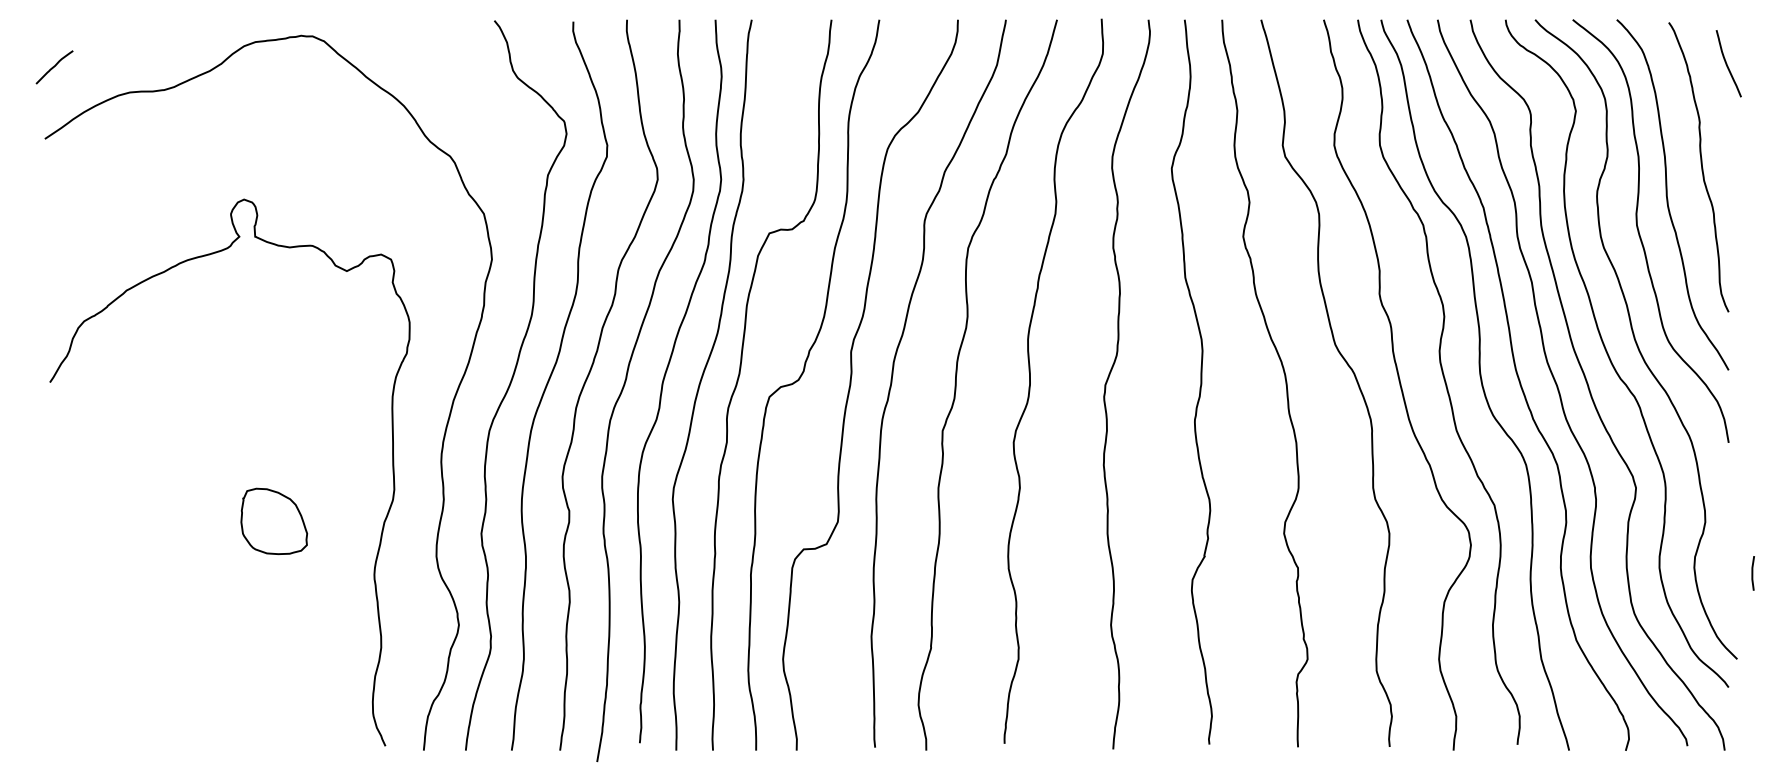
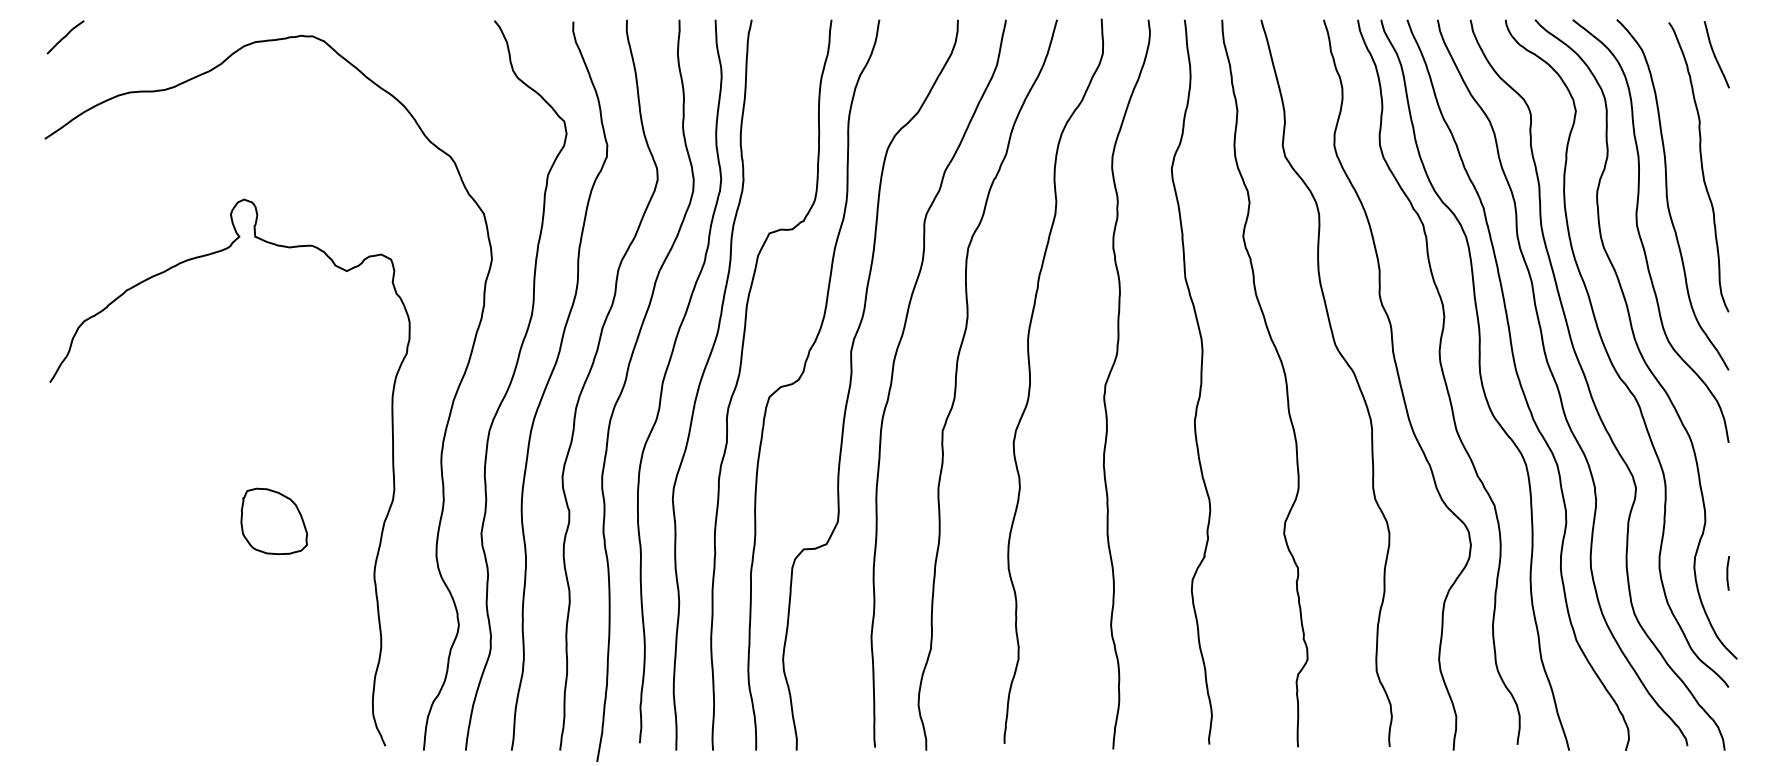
curve at (1727, 63) position: (1727, 63) -> (1715, 54)
curve at (54, 67) position: (54, 67) -> (65, 37)
line at (1752, 573) position: (1752, 573) -> (1727, 573)
